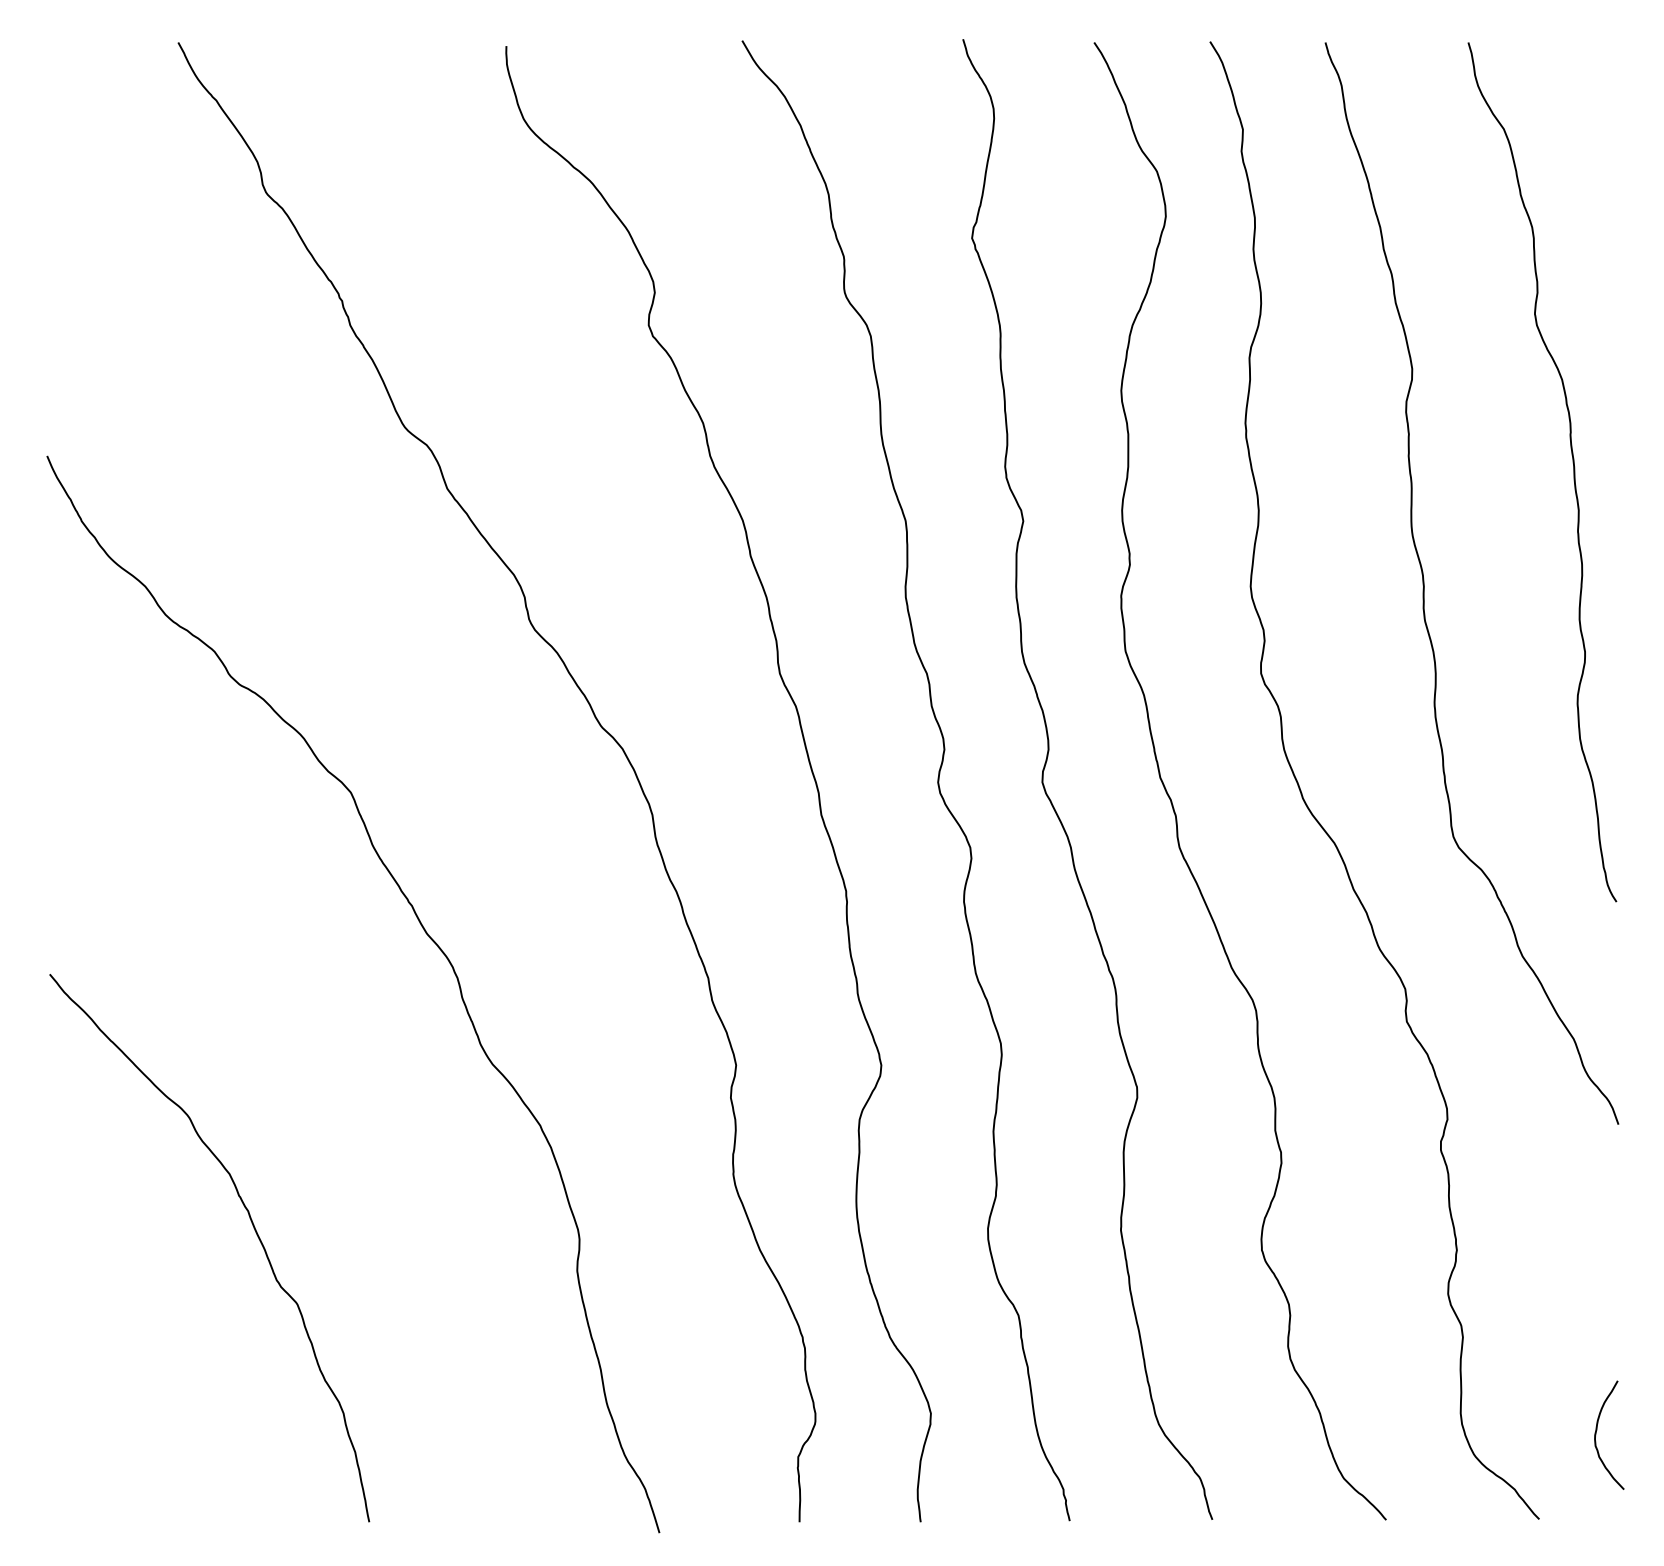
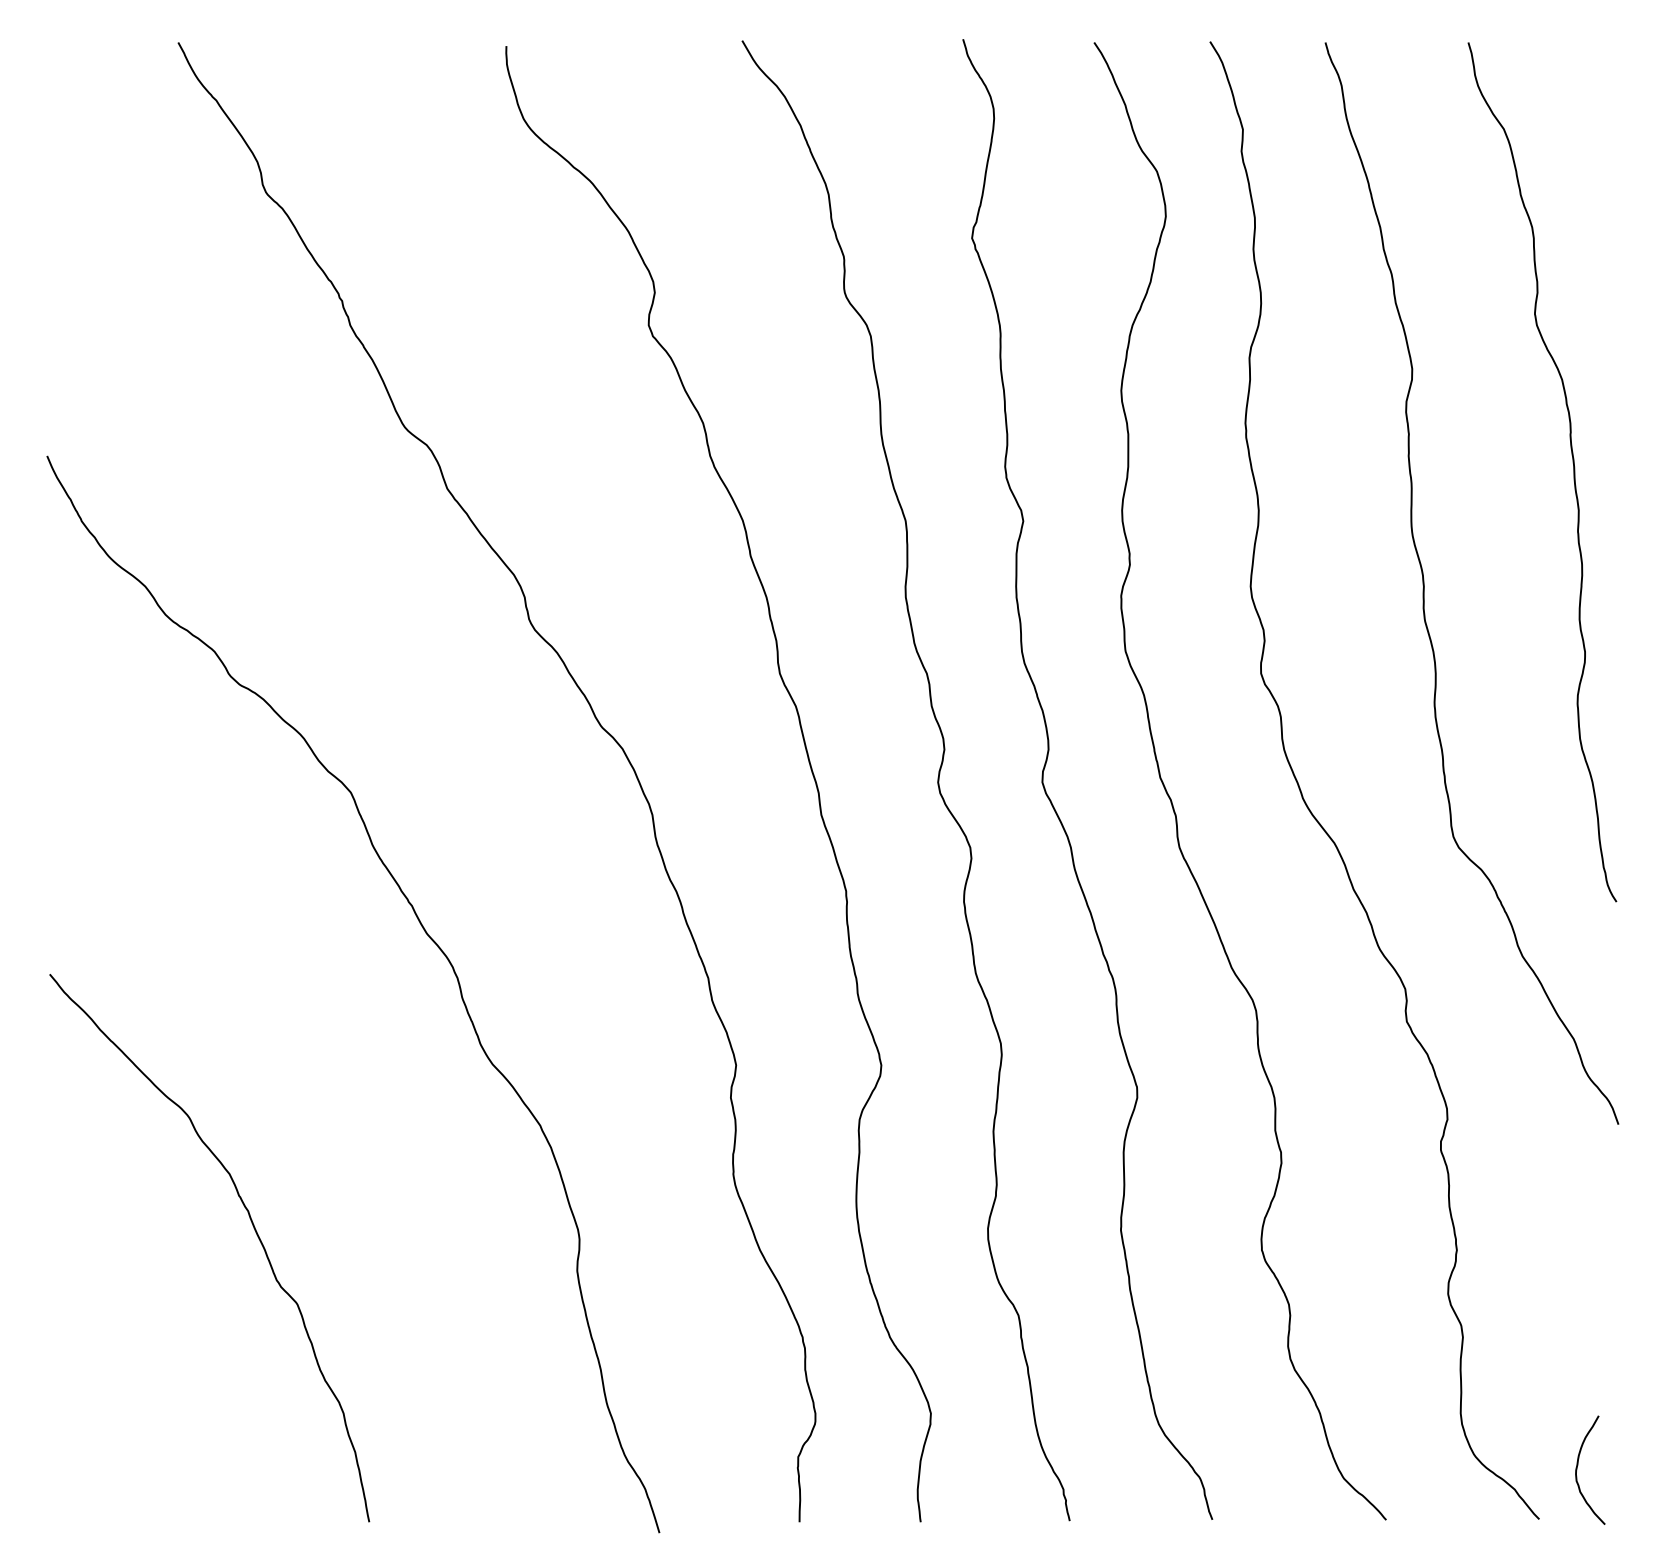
curve at (1597, 1430) position: (1597, 1430) -> (1578, 1465)
